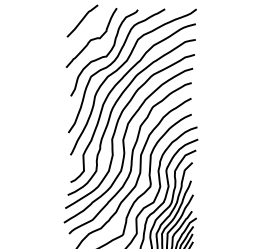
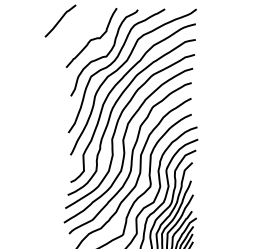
curve at (82, 20) position: (82, 20) -> (60, 20)
